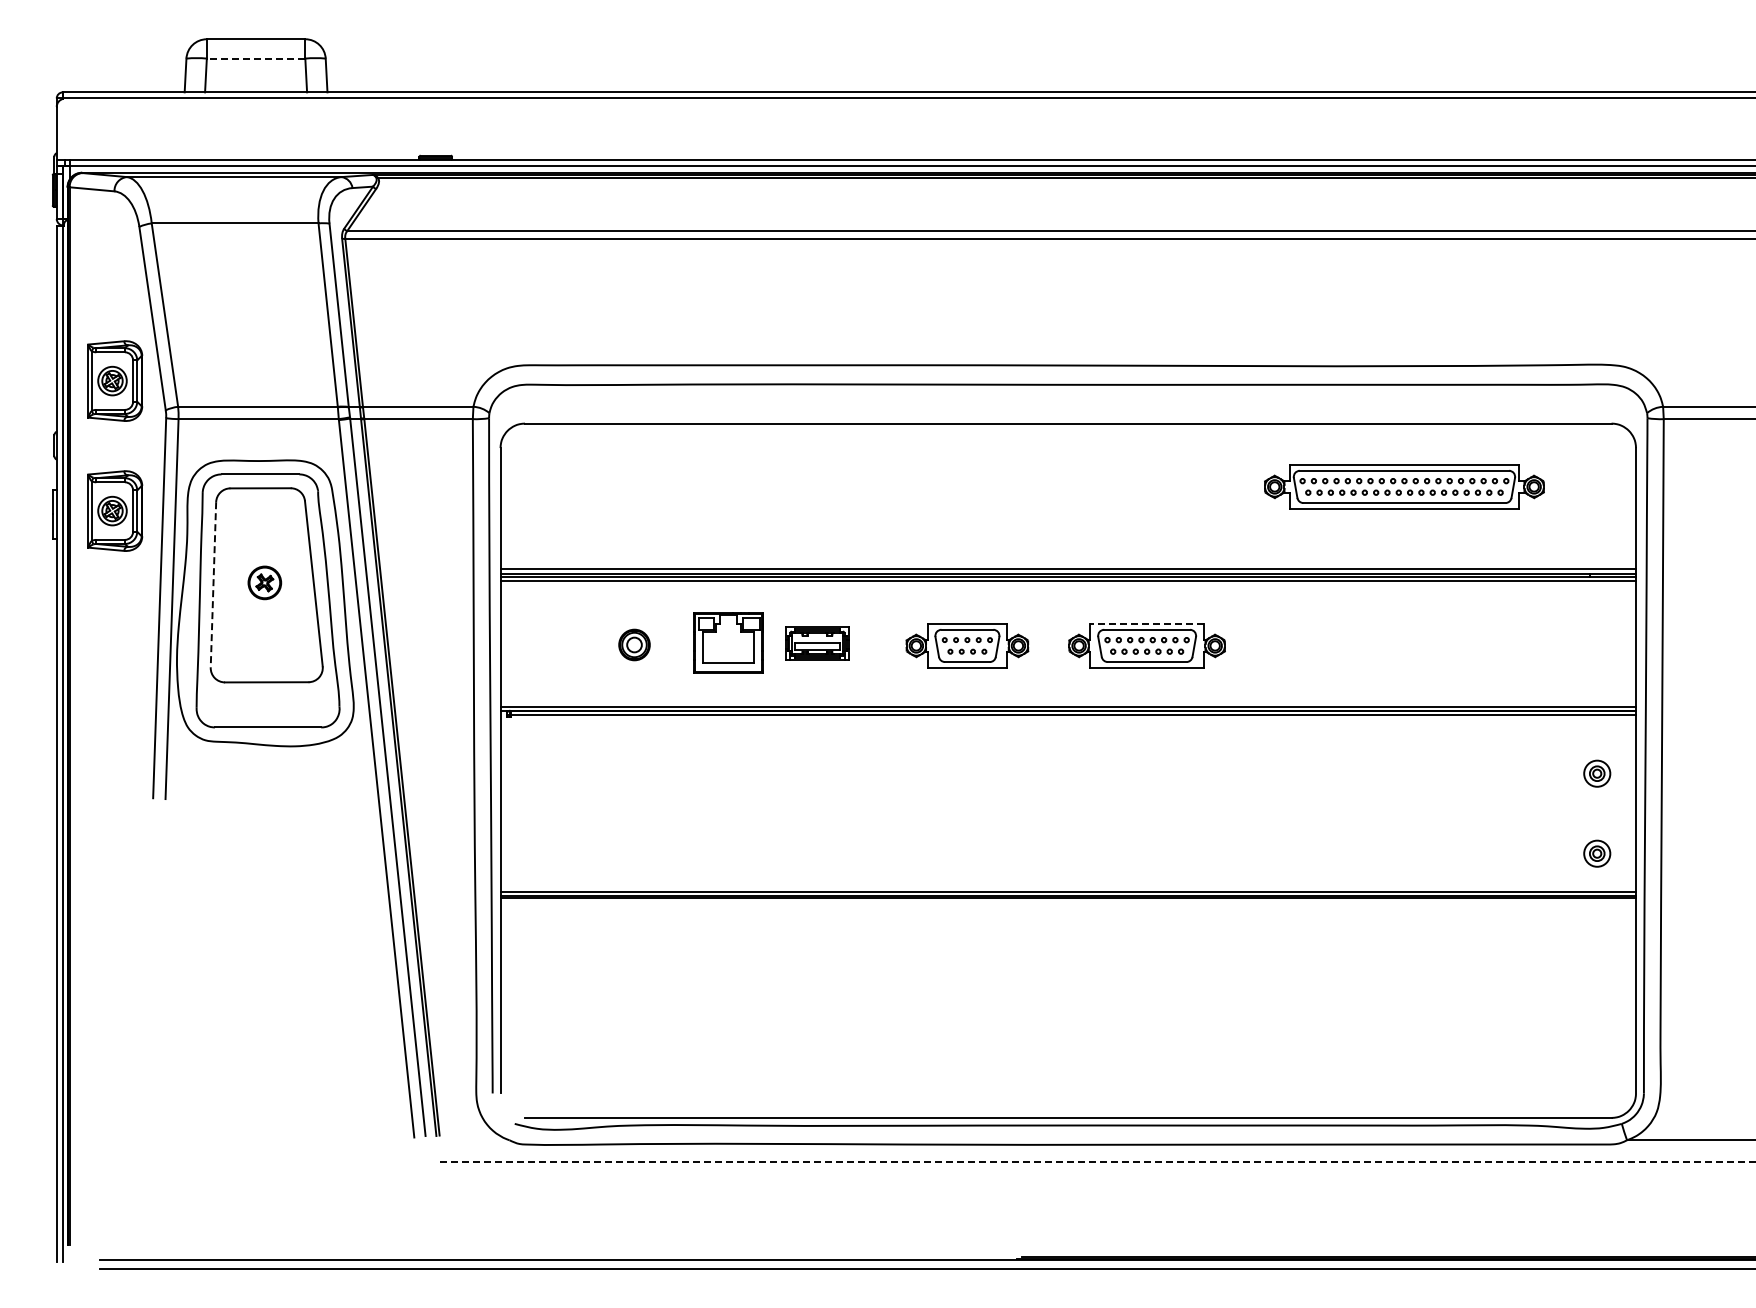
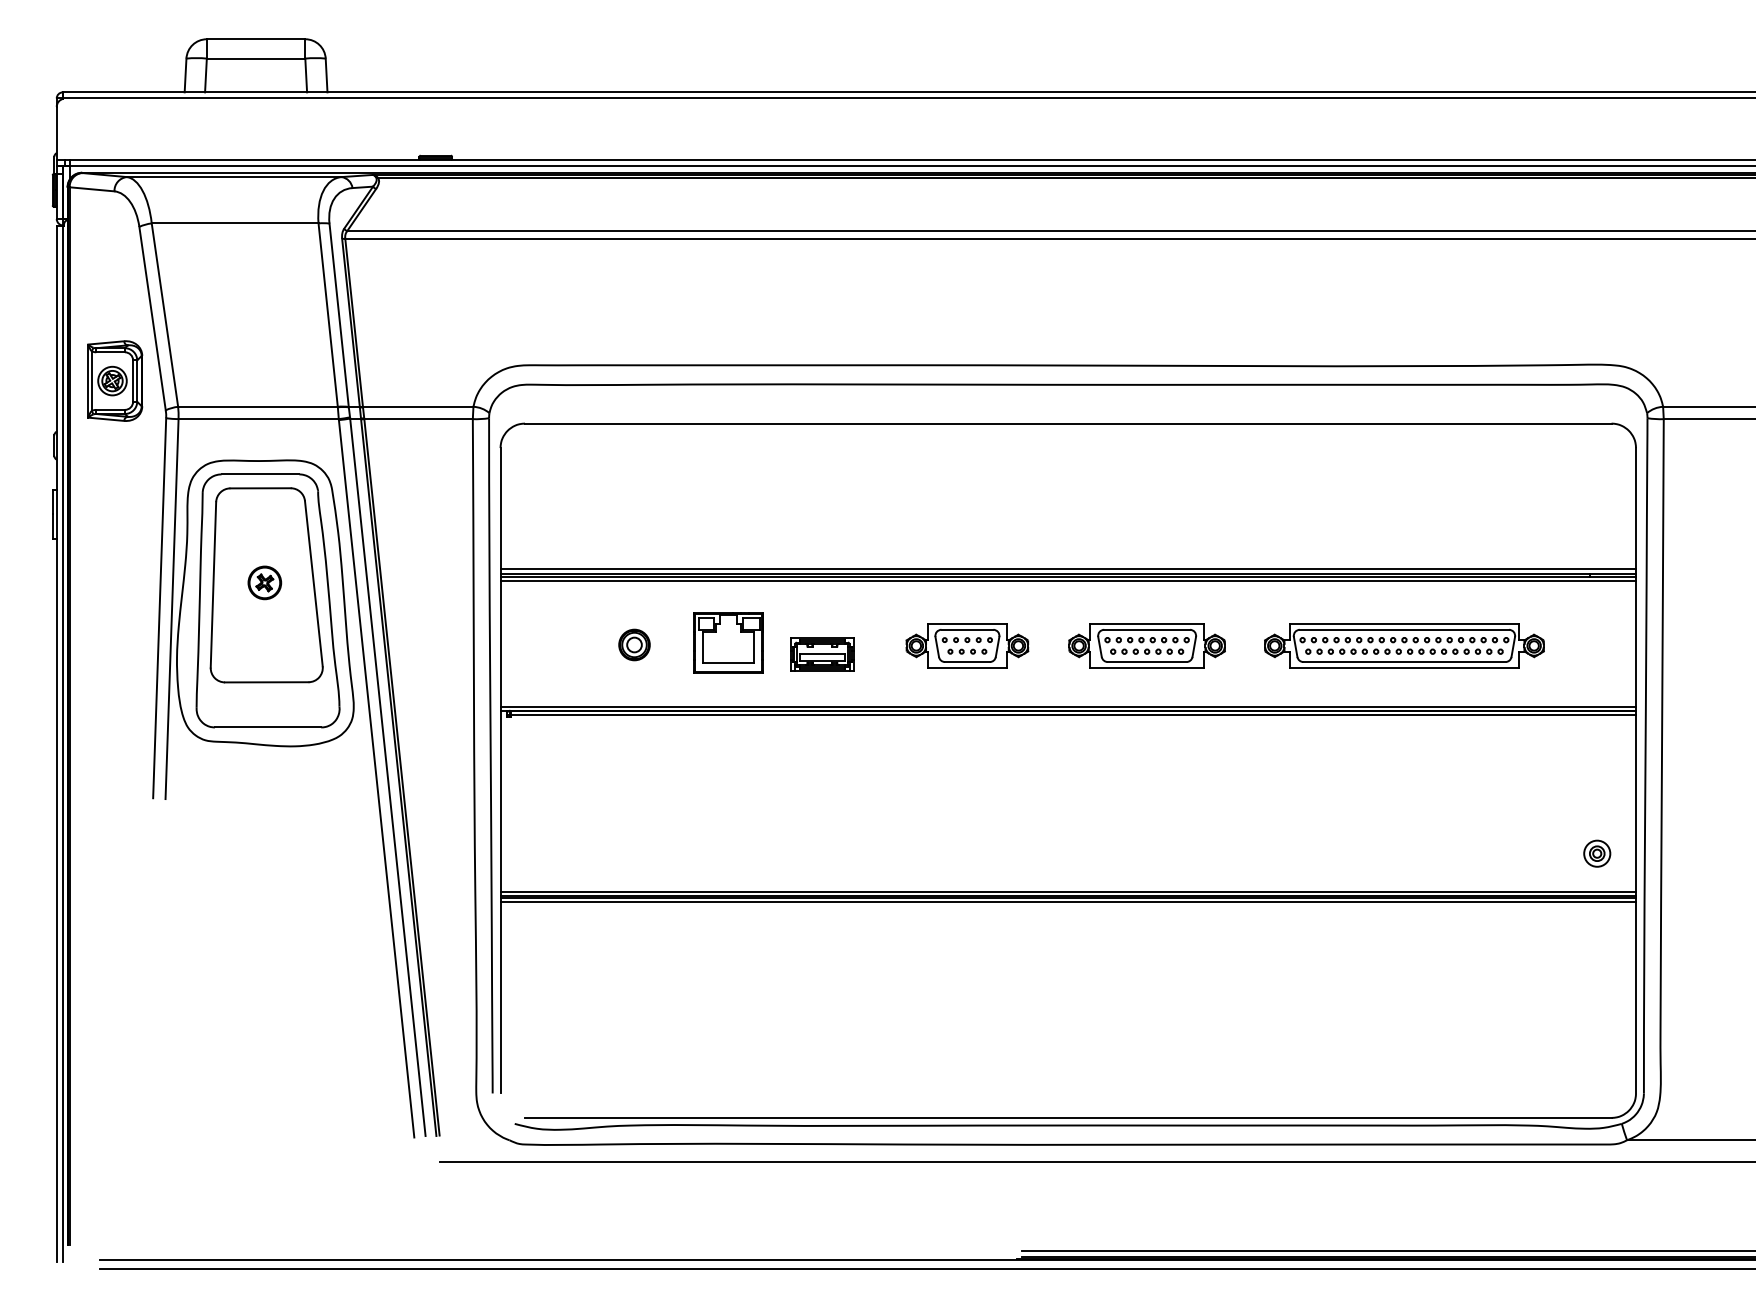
line at (255, 58): dashed -> solid
part at (1404, 486) position: (1404, 486) -> (1404, 645)
part at (115, 510): present -> none
line at (213, 584): dashed -> solid
line at (1146, 623): dashed -> solid
part at (817, 643) position: (817, 643) -> (822, 654)
part at (1597, 773): present -> none
line at (1068, 901): none -> present
line at (1097, 1161): dashed -> solid
line at (1386, 1251): none -> present
